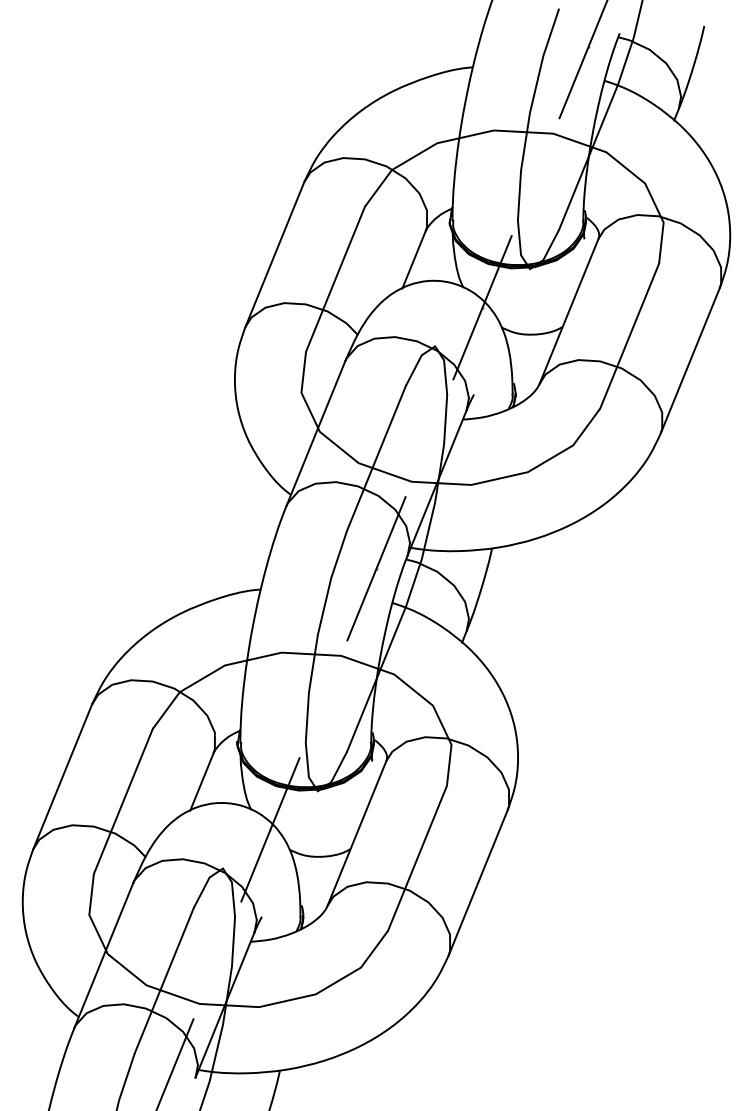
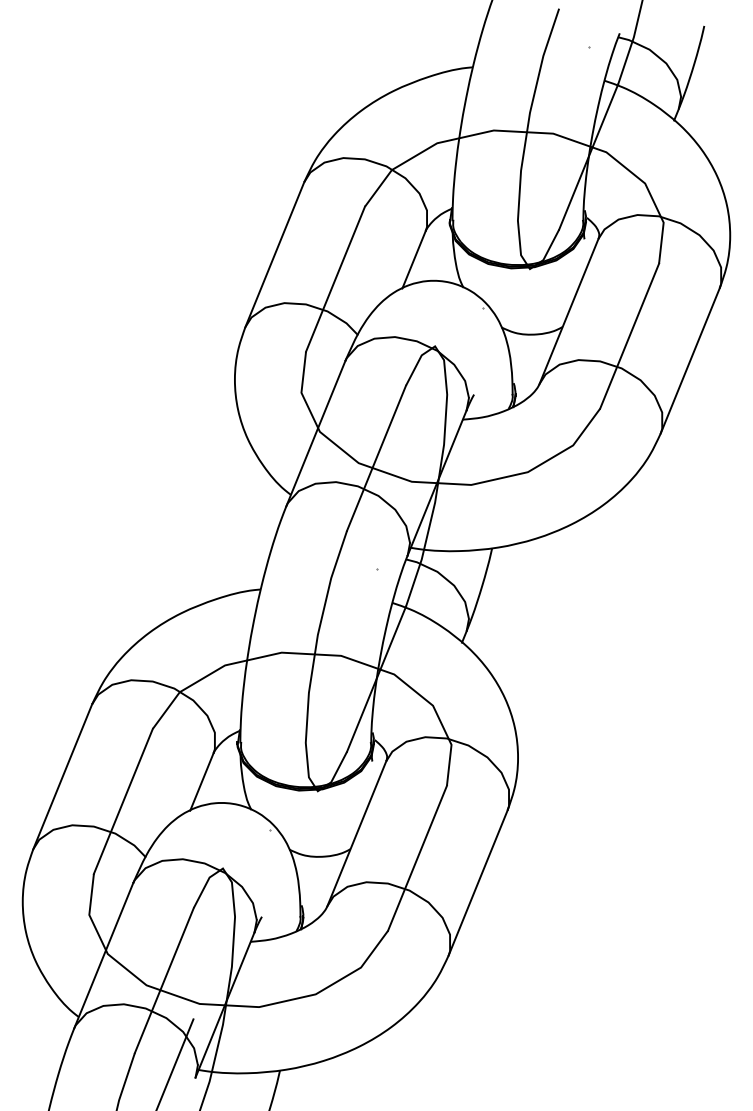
line at (582, 60): present -> none
line at (482, 307): present -> none
line at (376, 568): present -> none
line at (269, 829): present -> none
